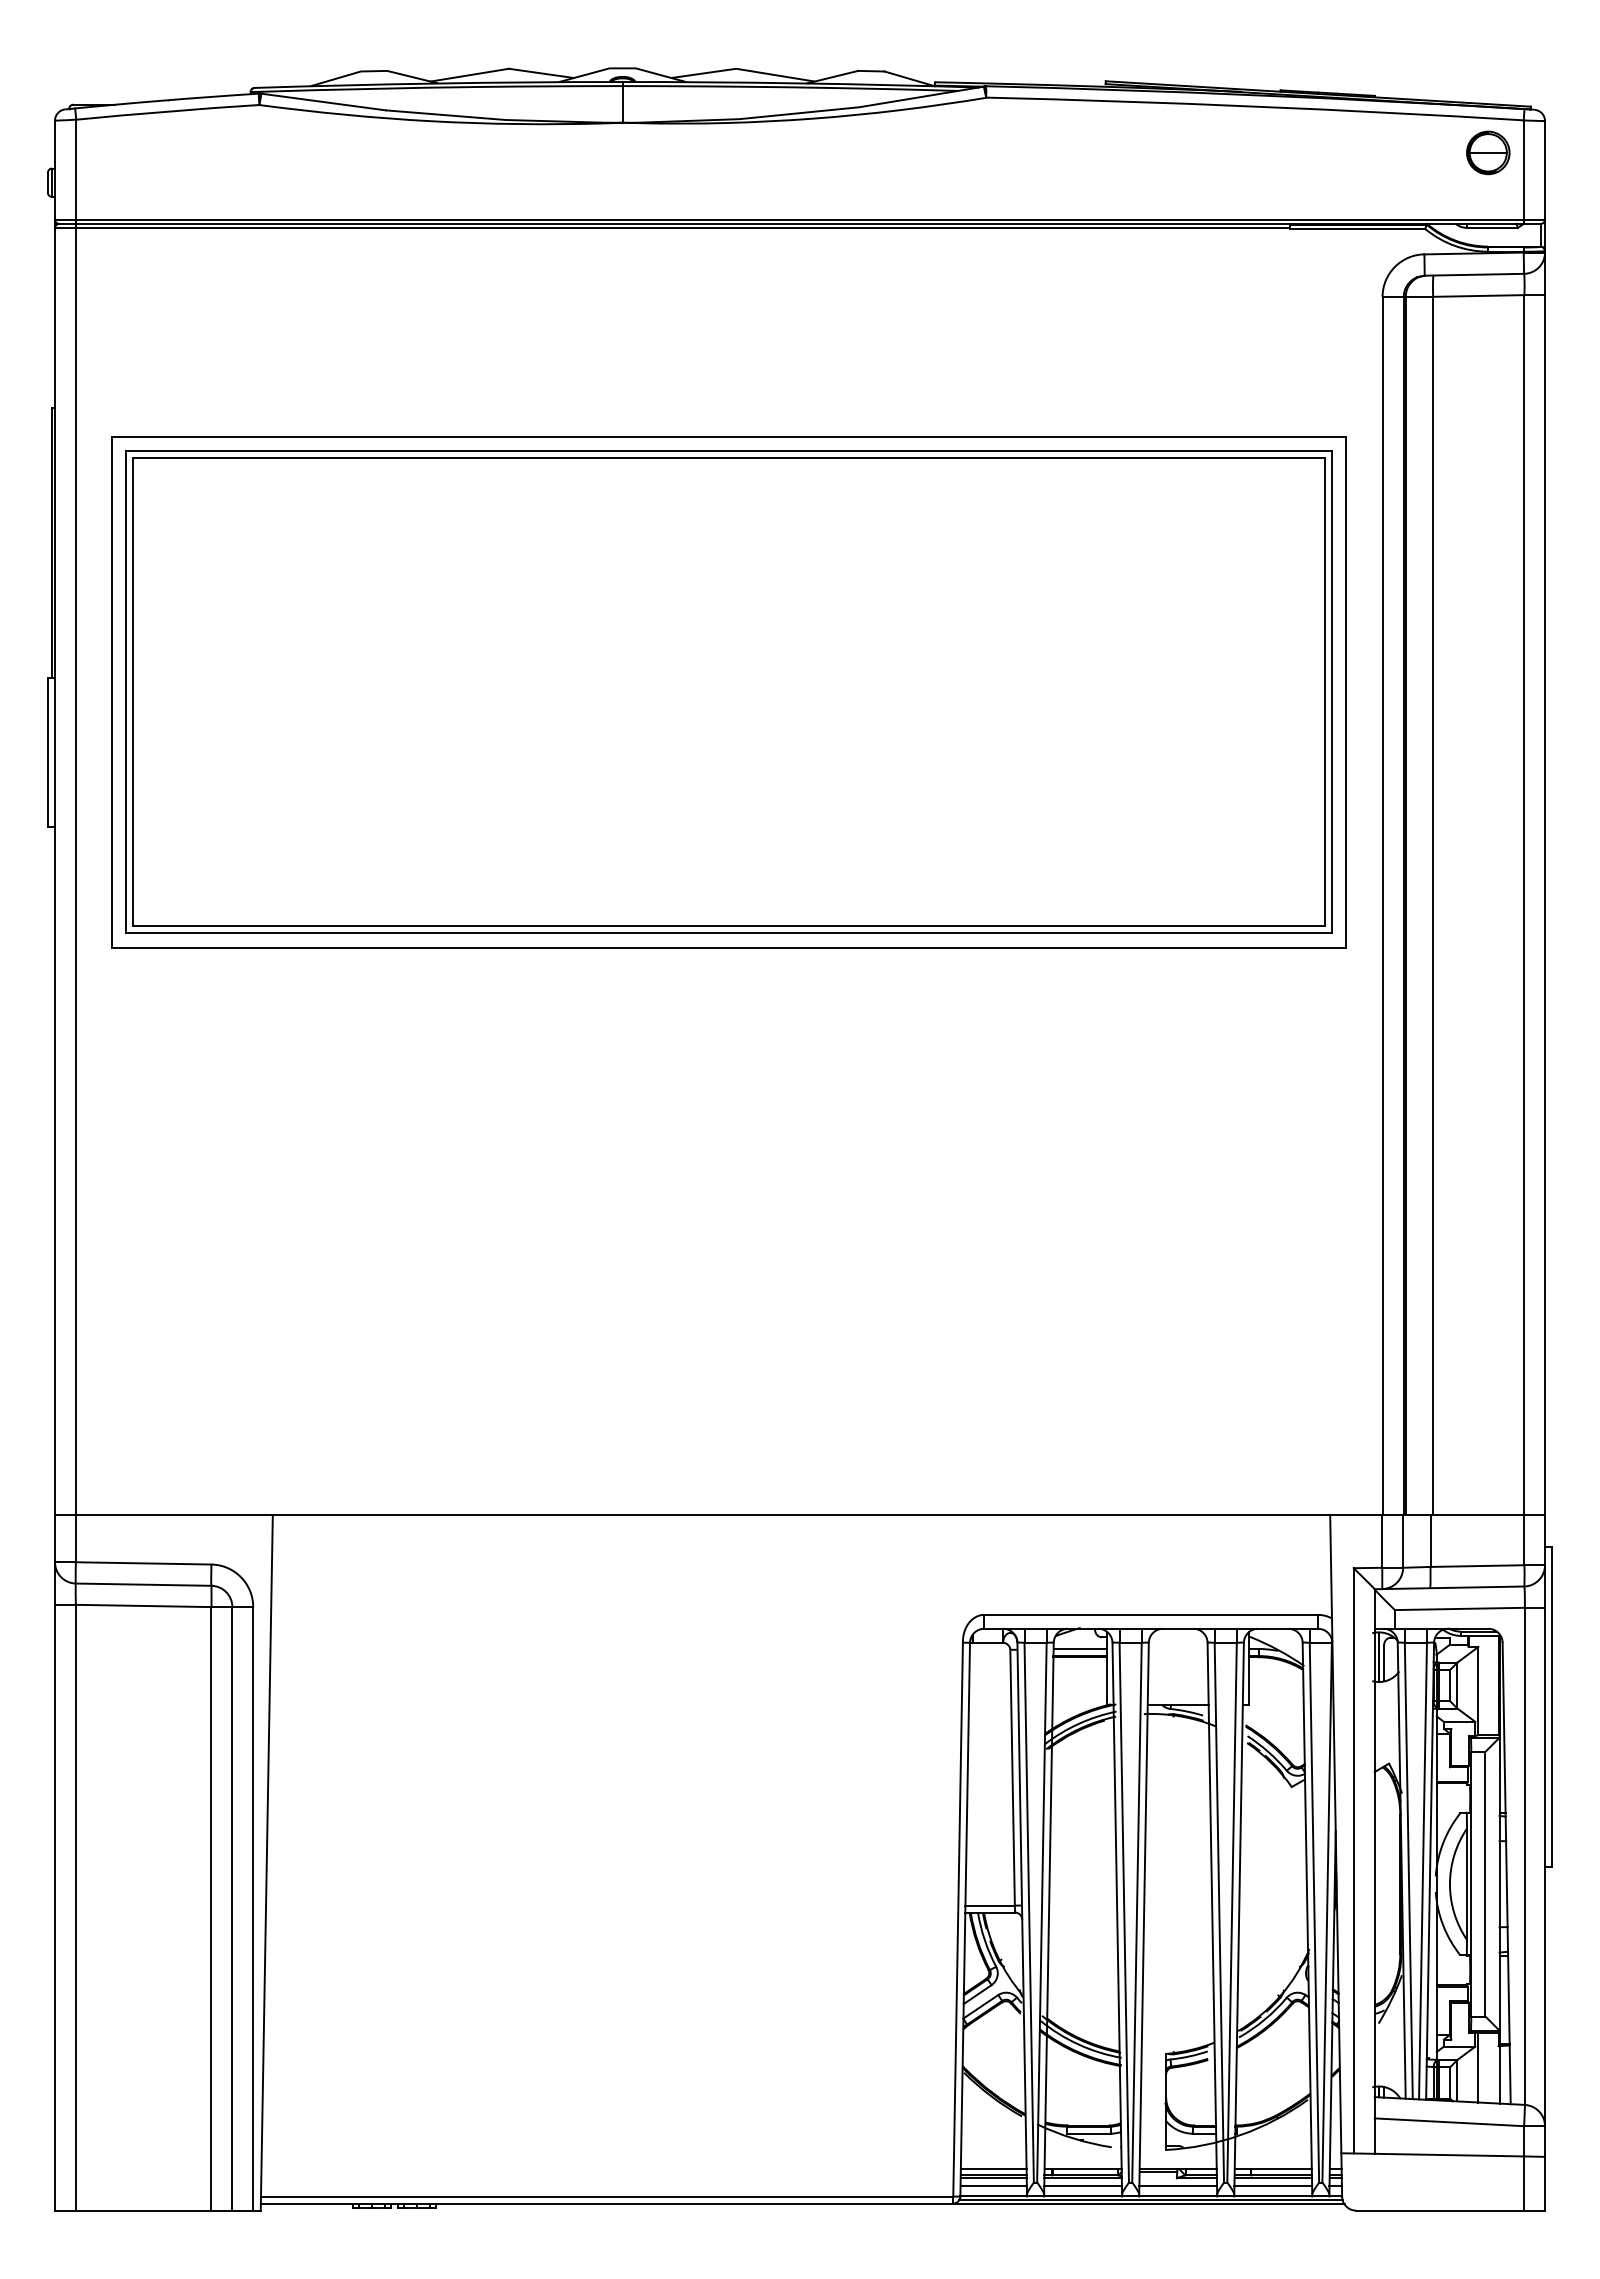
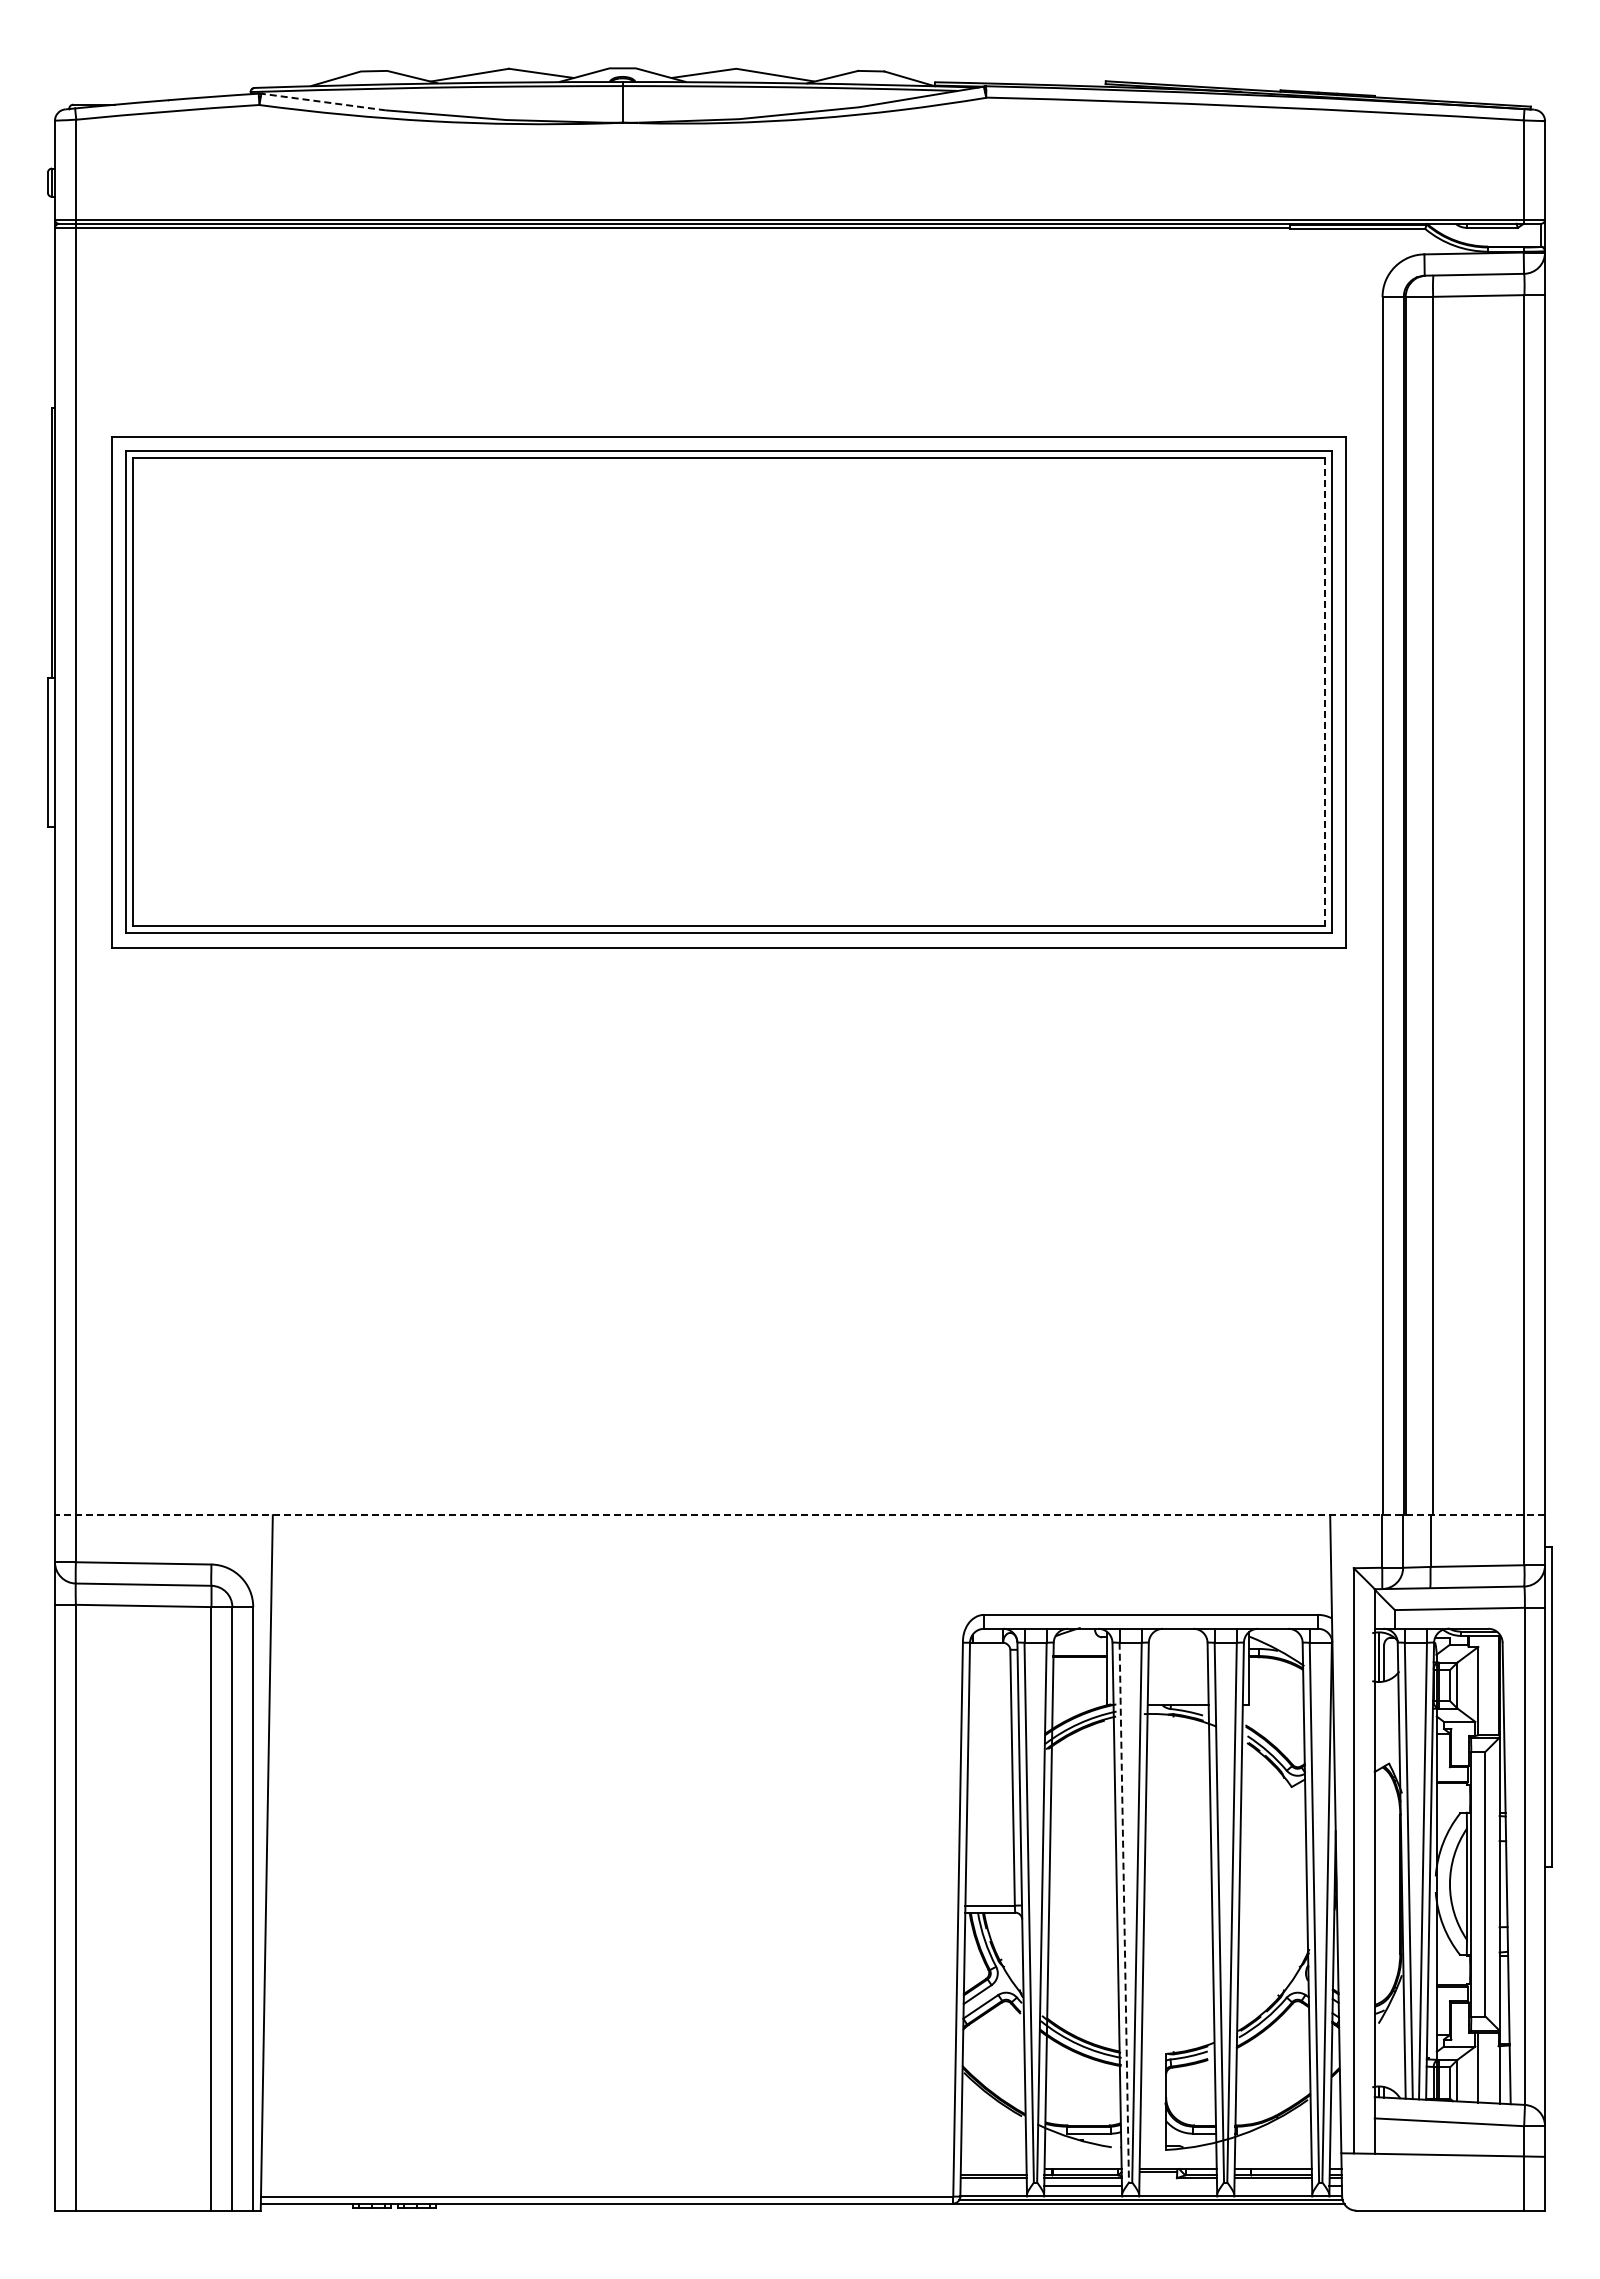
line at (322, 101): solid -> dashed
part at (1488, 152): present -> none
line at (1325, 692): solid -> dashed
line at (799, 1515): solid -> dashed
line at (1080, 1648): present -> none
line at (1124, 1912): solid -> dashed
line at (993, 2169): present -> none
line at (993, 2186): present -> none
line at (1177, 2186): present -> none
line at (1273, 2186): present -> none
